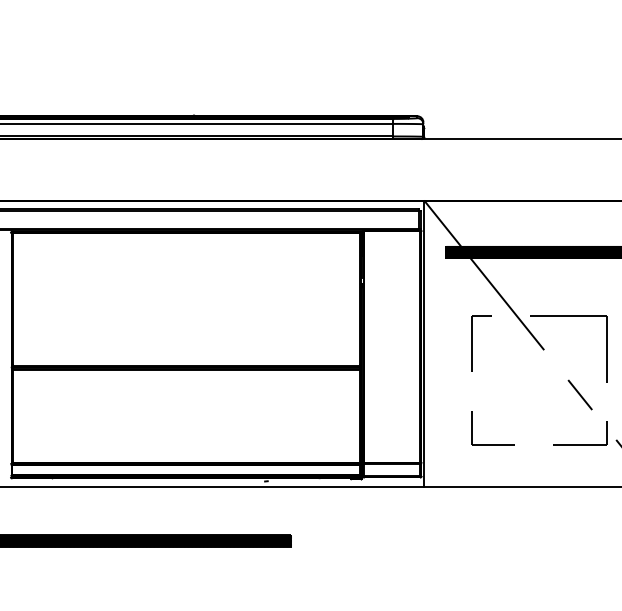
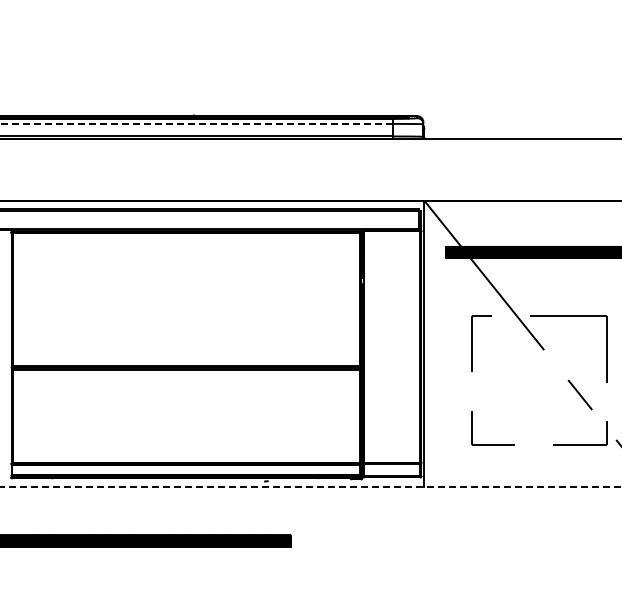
line at (196, 123): solid -> dashed
line at (310, 487): solid -> dashed
